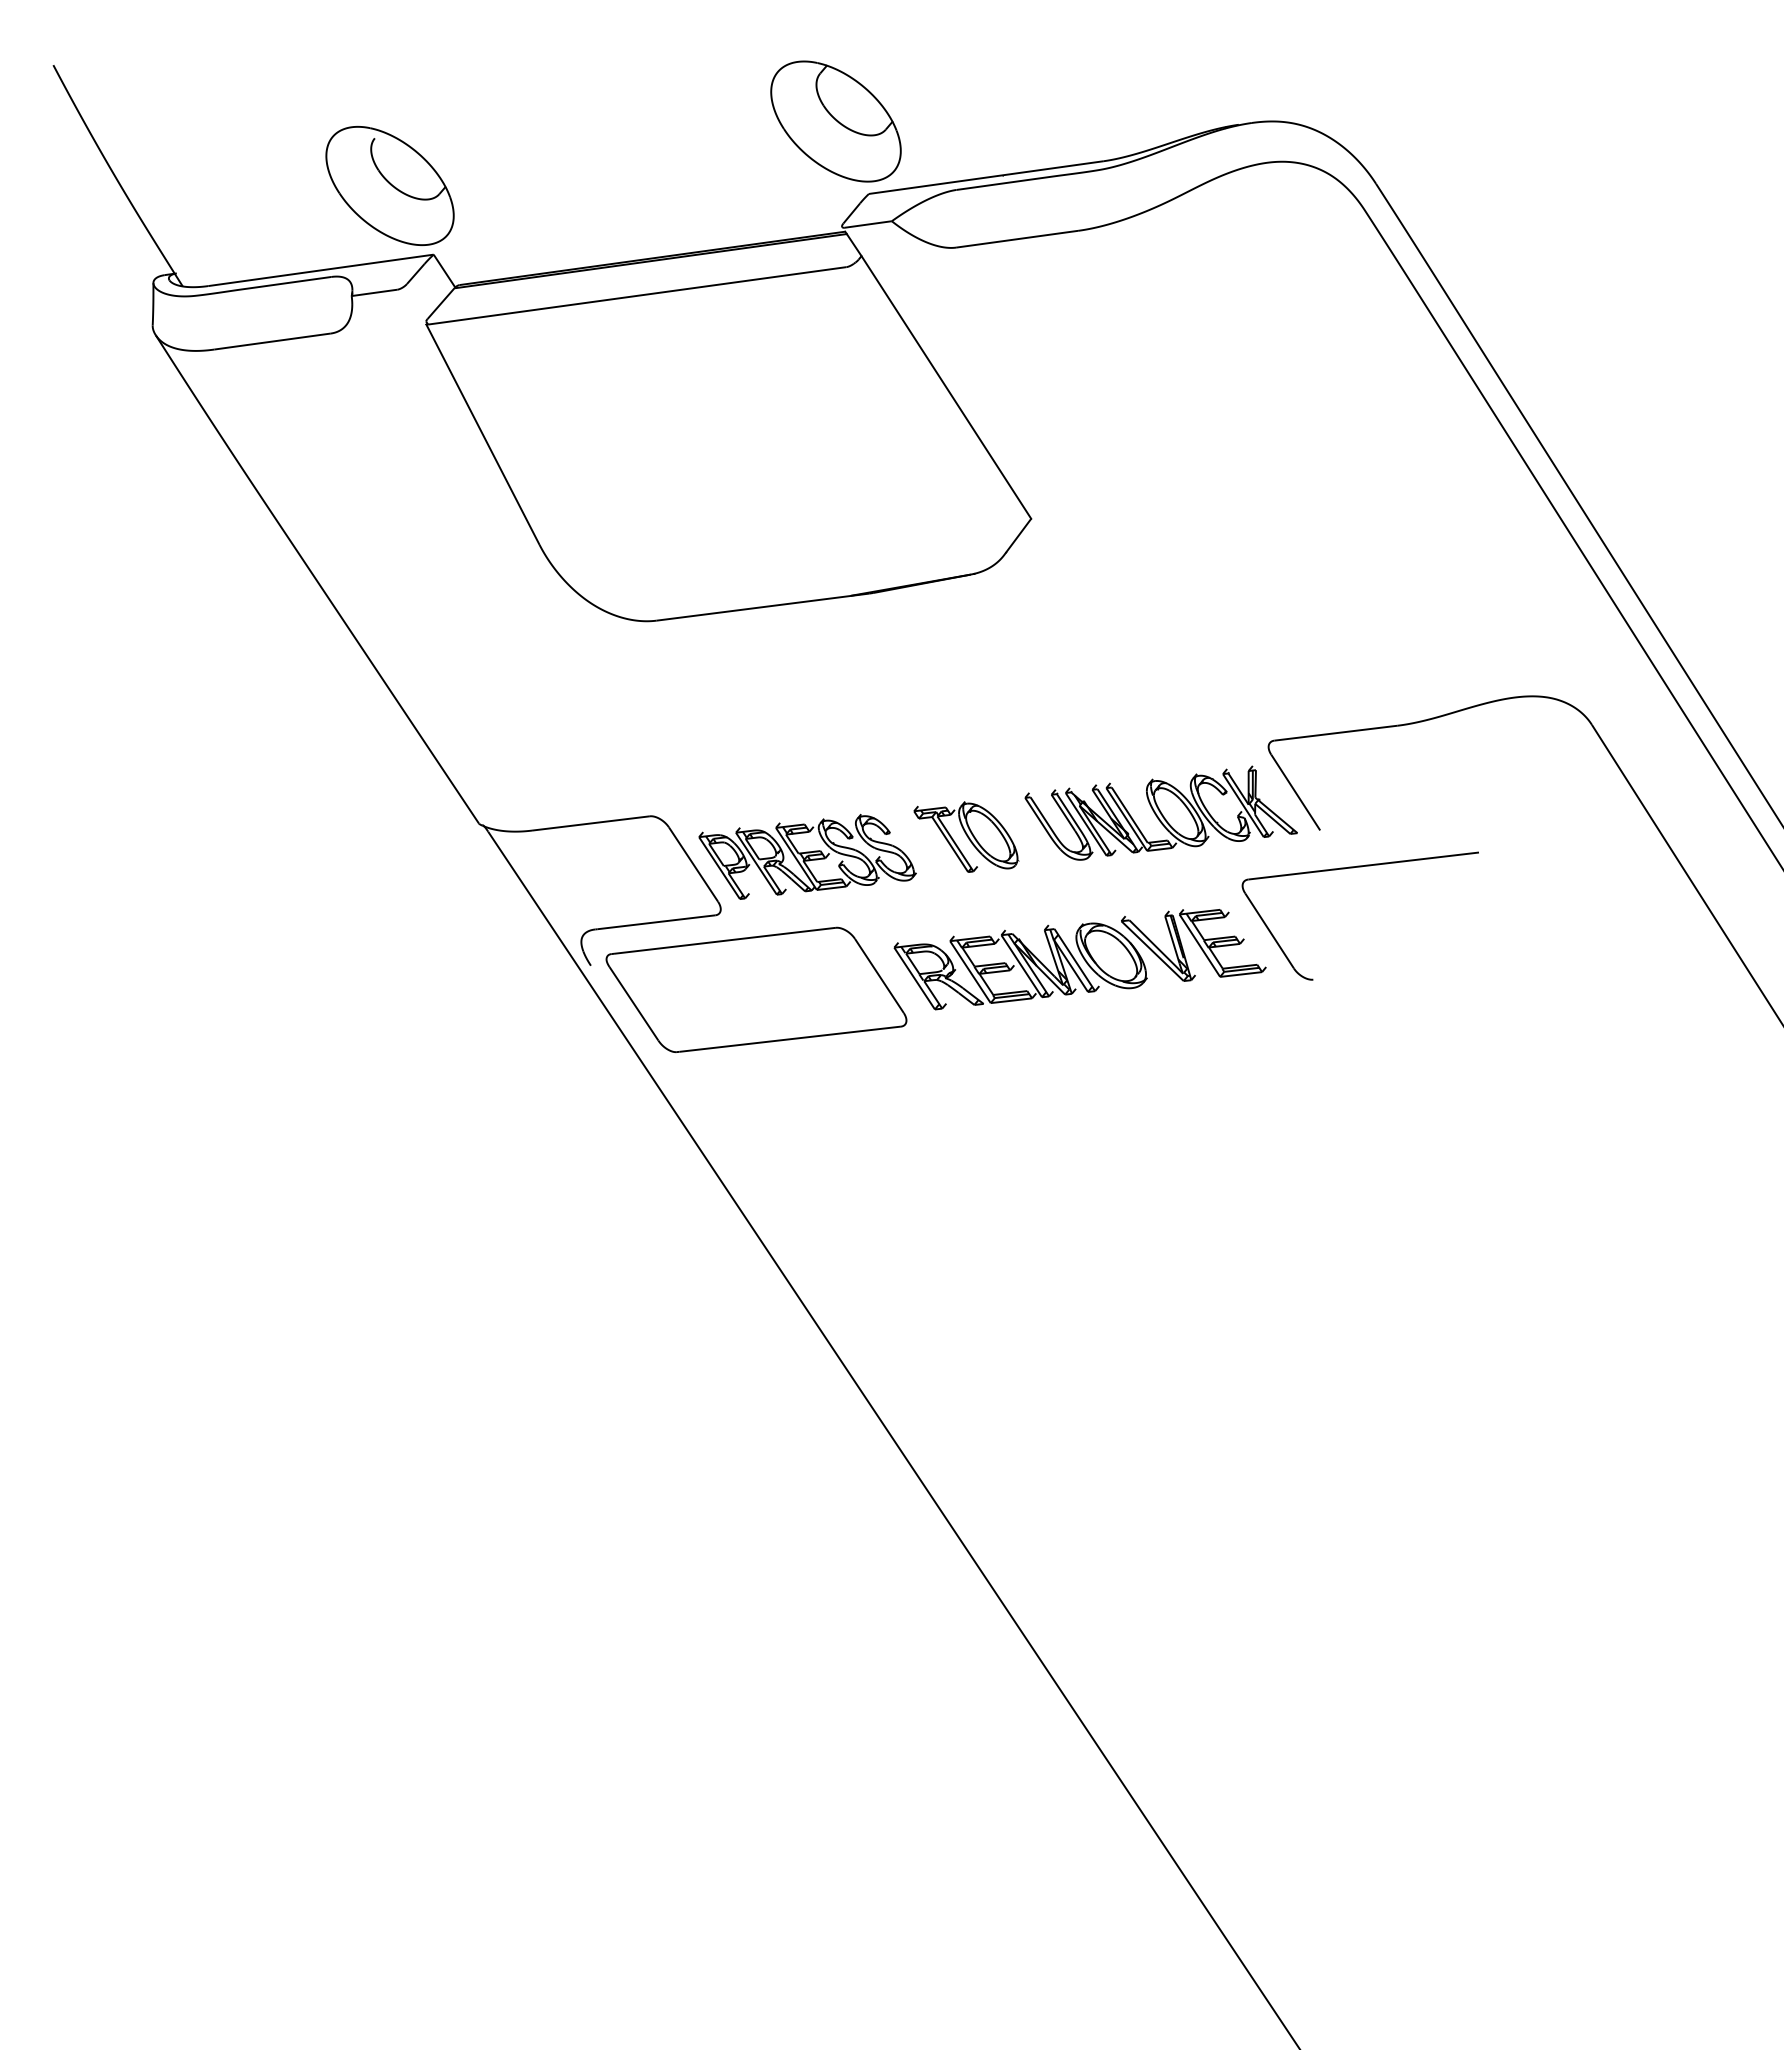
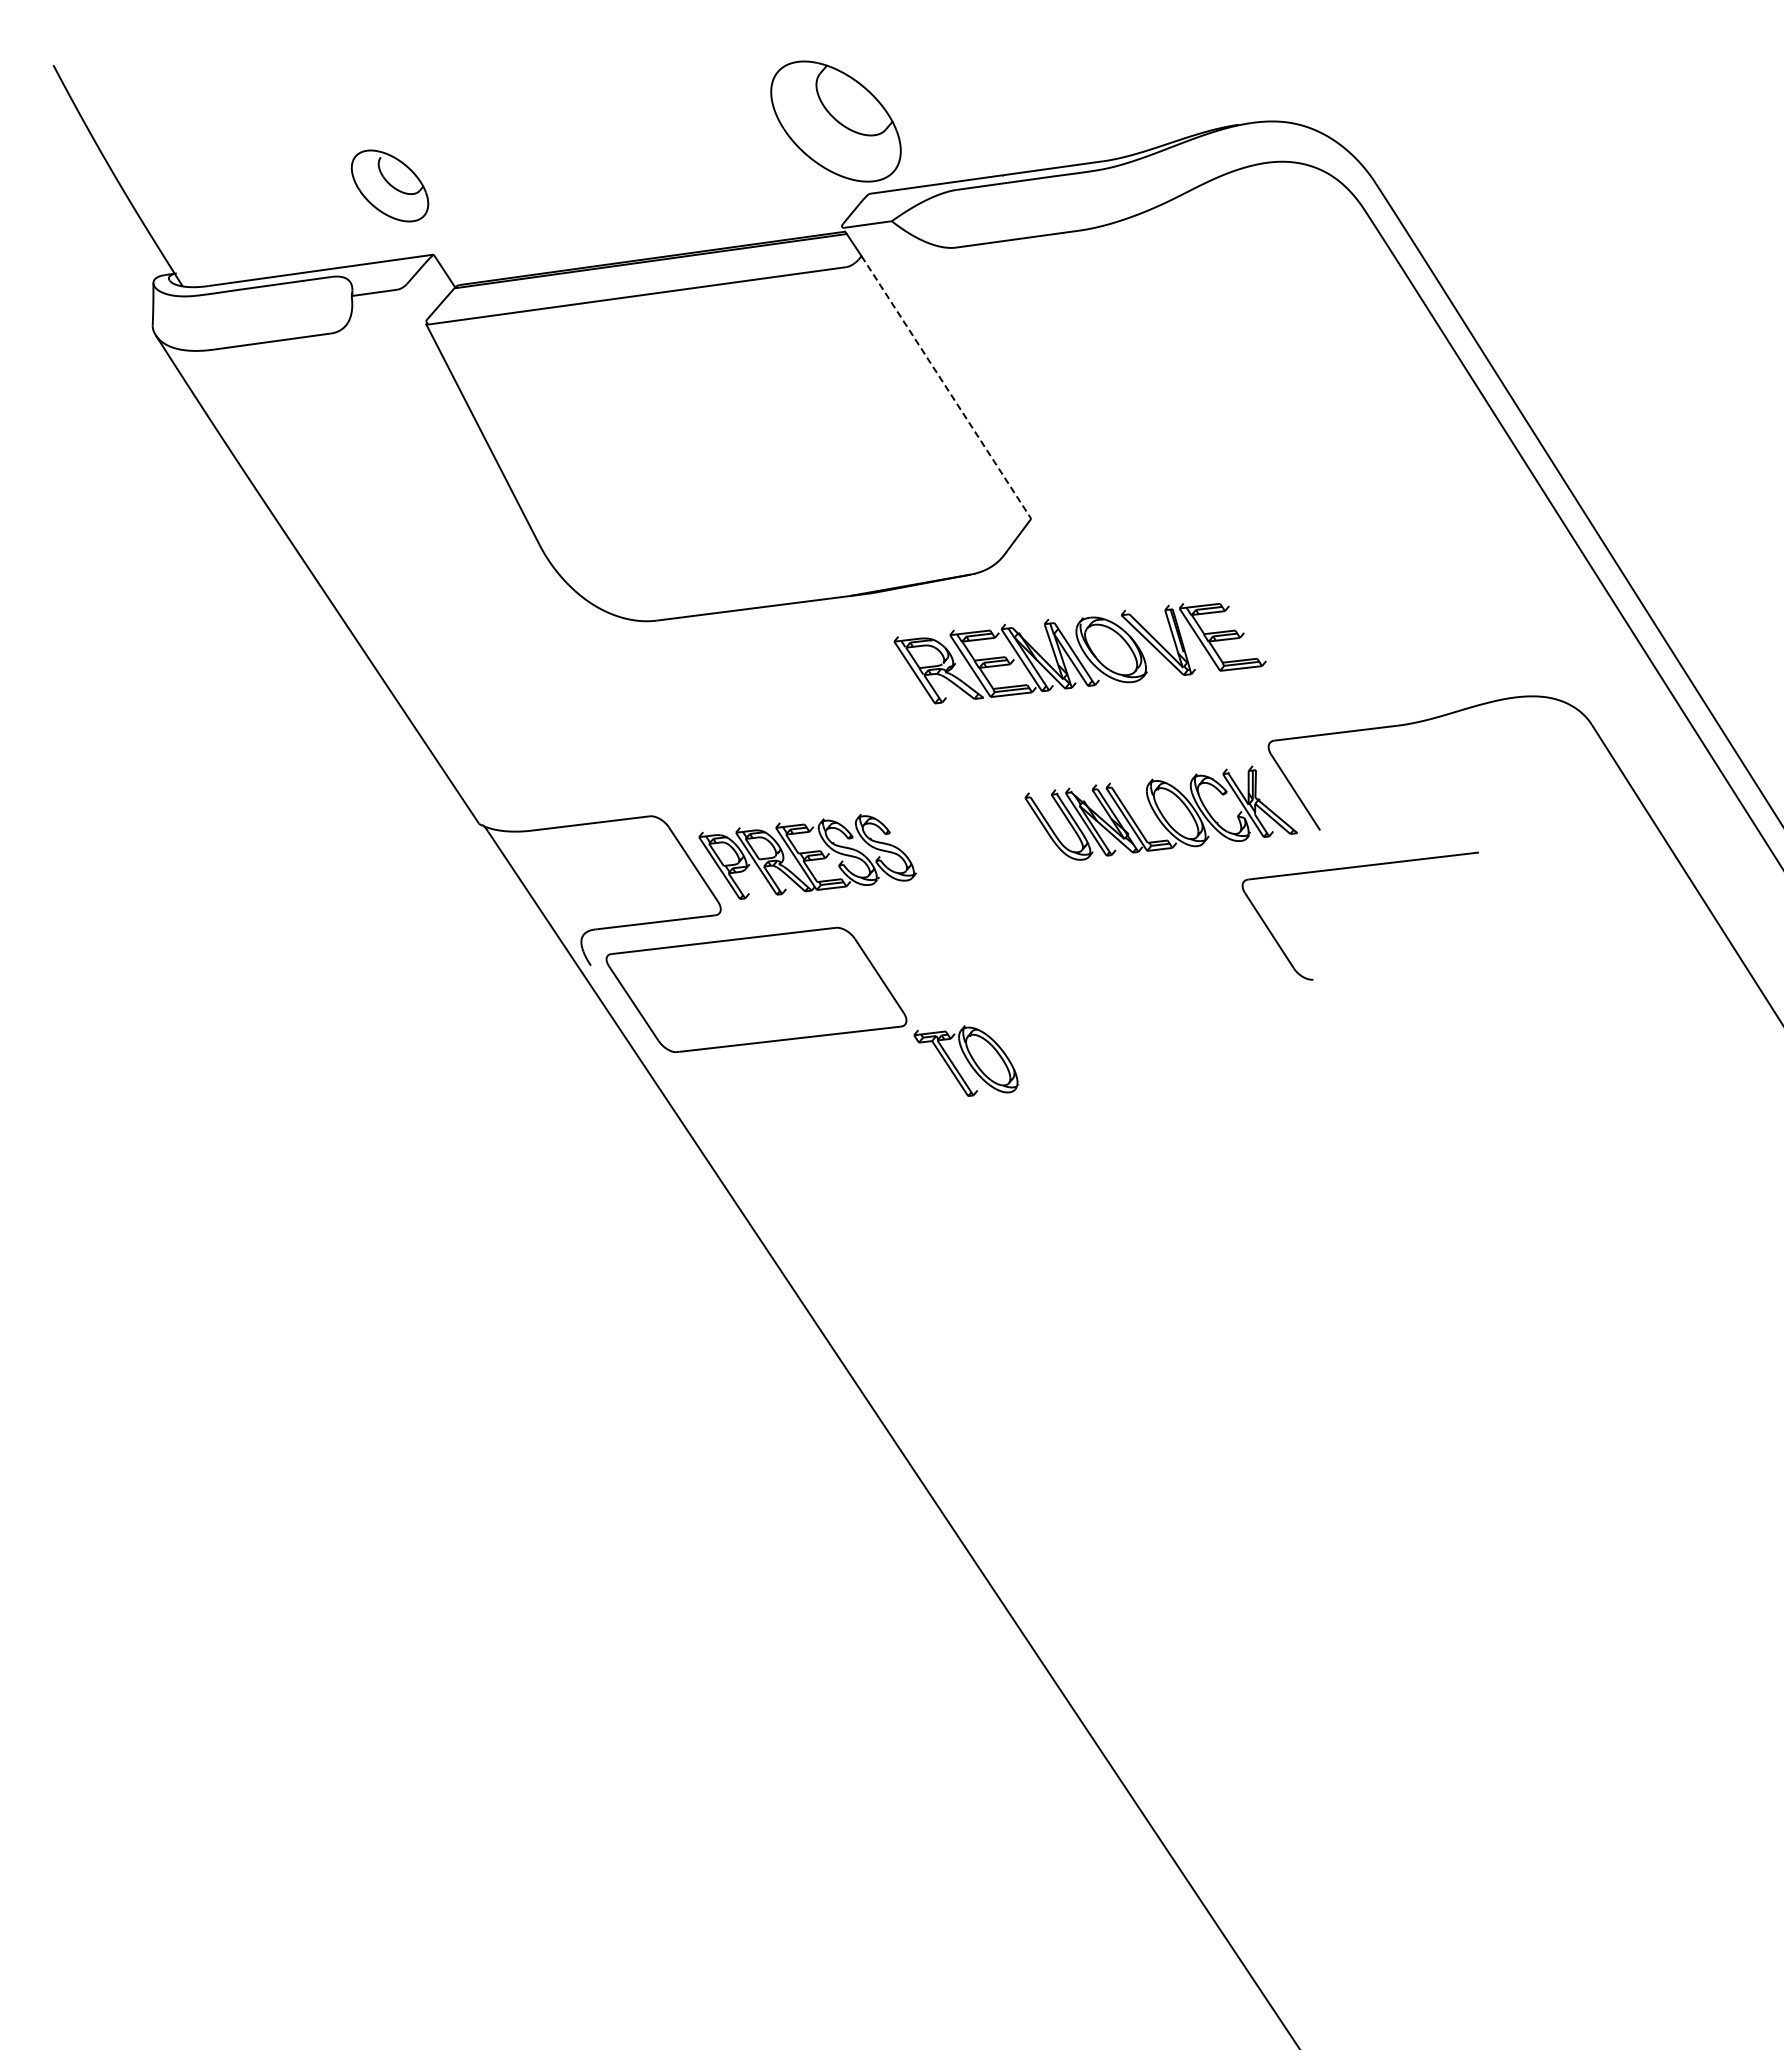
part at (389, 185) size: 130x120 px -> 80x74 px
line at (946, 387): solid -> dashed
part at (966, 836) position: (966, 836) -> (966, 1060)
part at (1079, 959) position: (1079, 959) -> (1079, 653)
